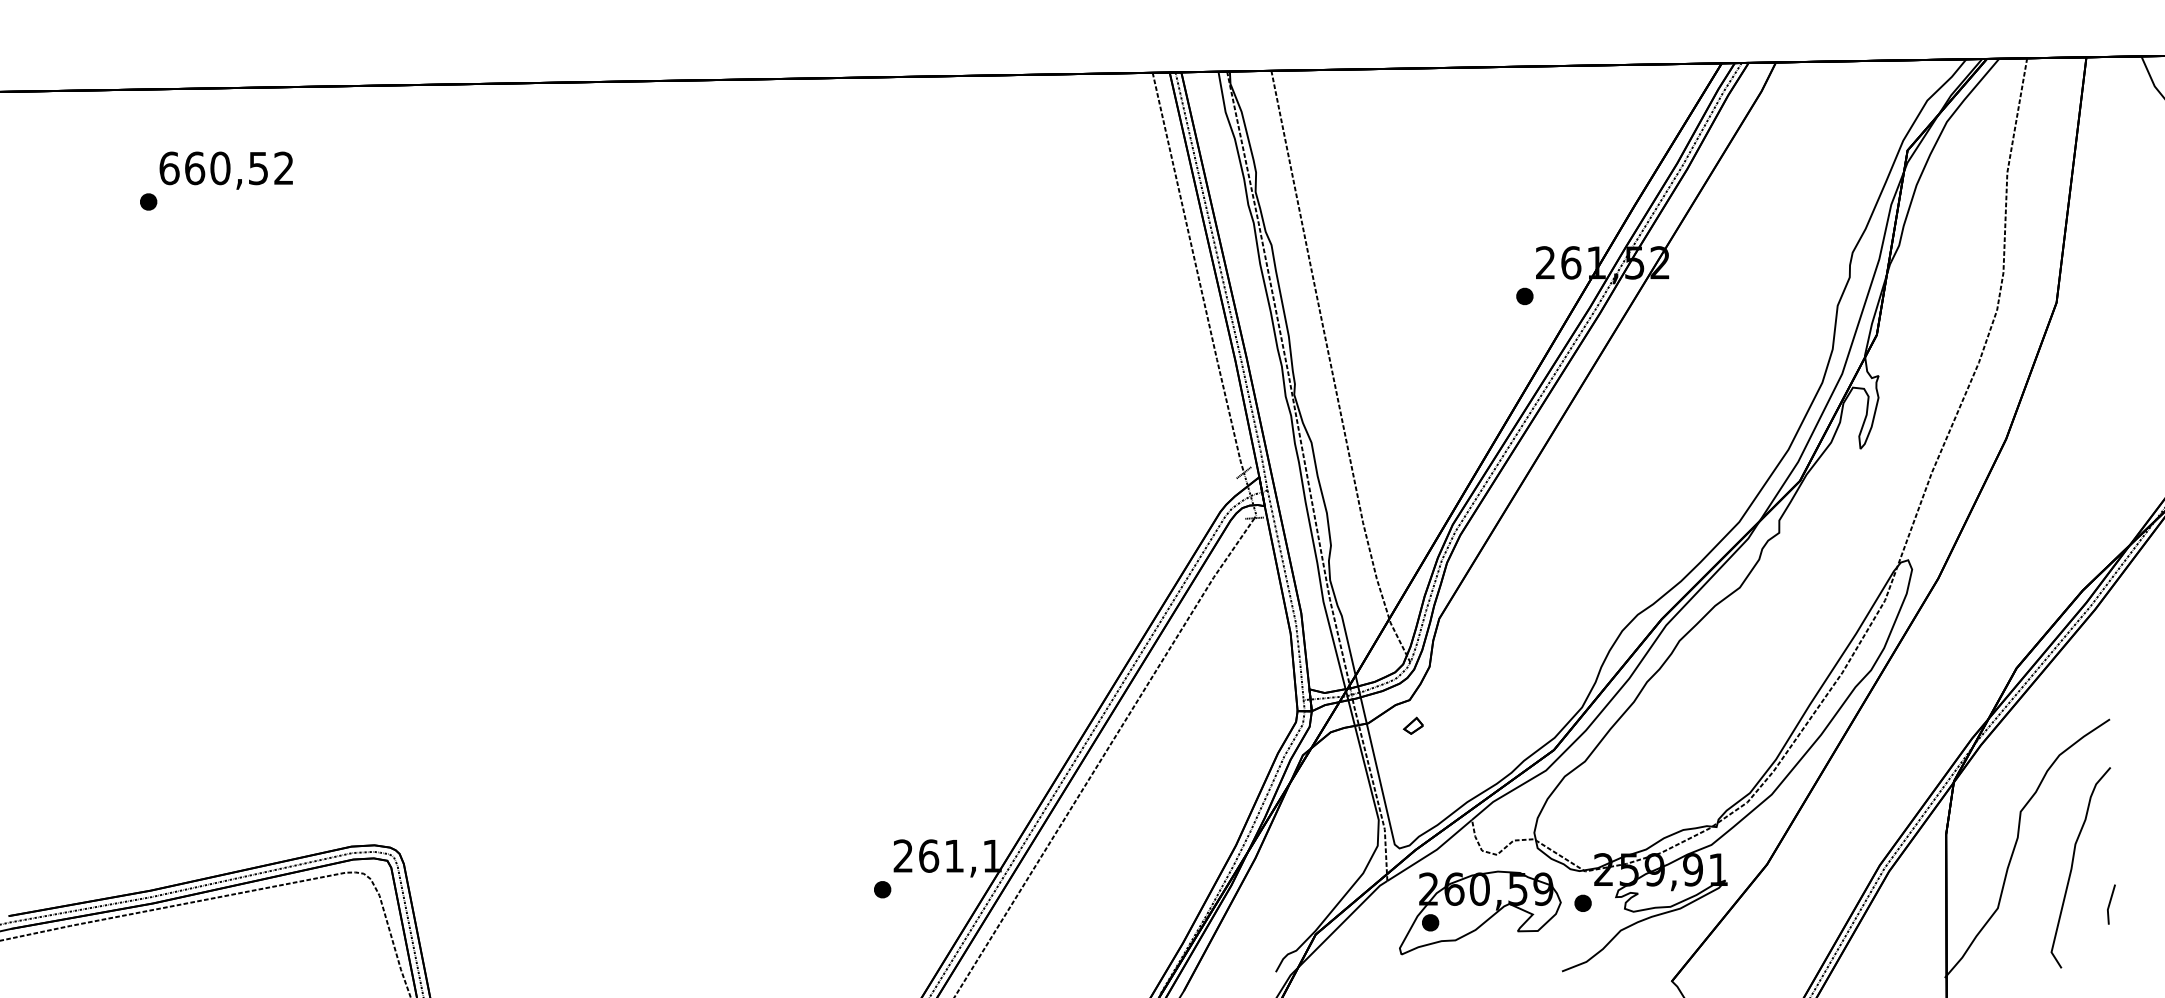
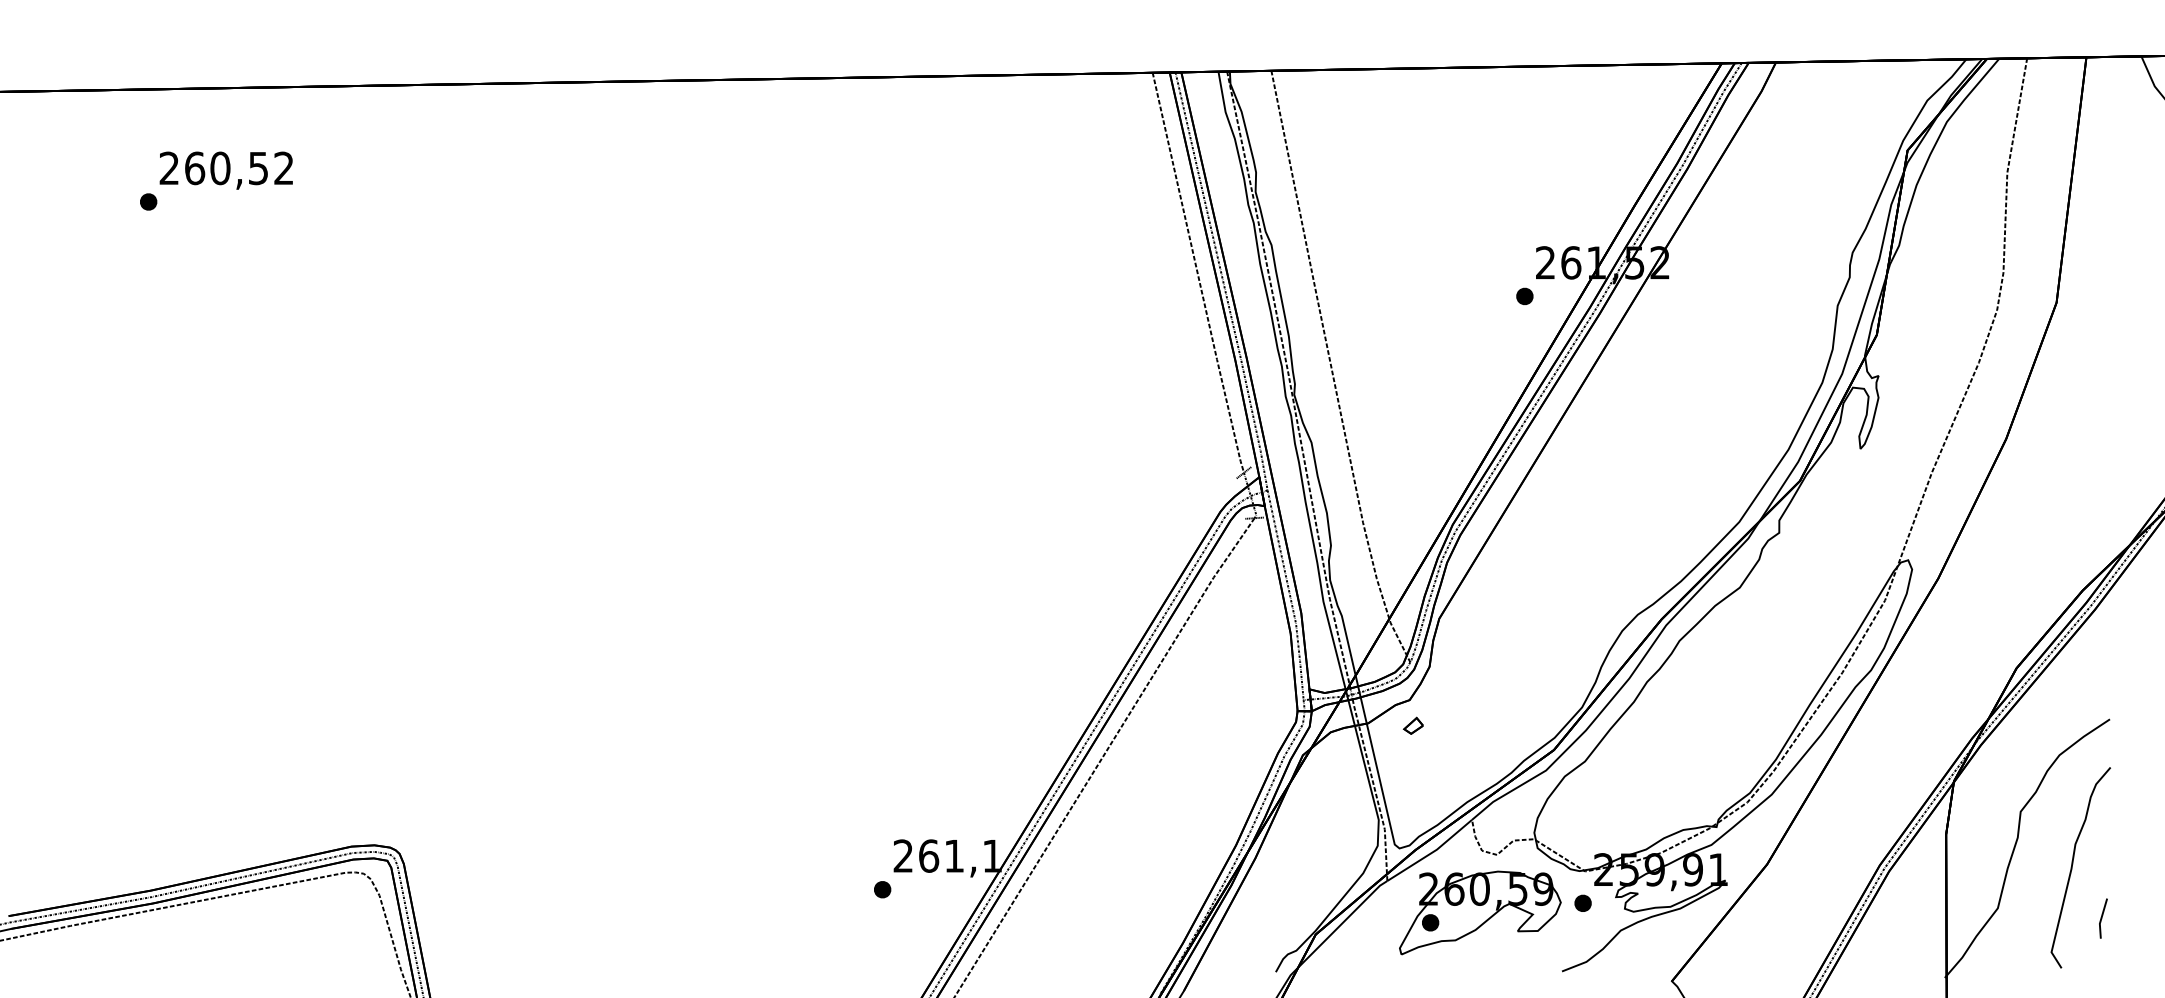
text at (169, 168): 660,52 -> 260,52
line at (2110, 904) position: (2110, 904) -> (2102, 918)
